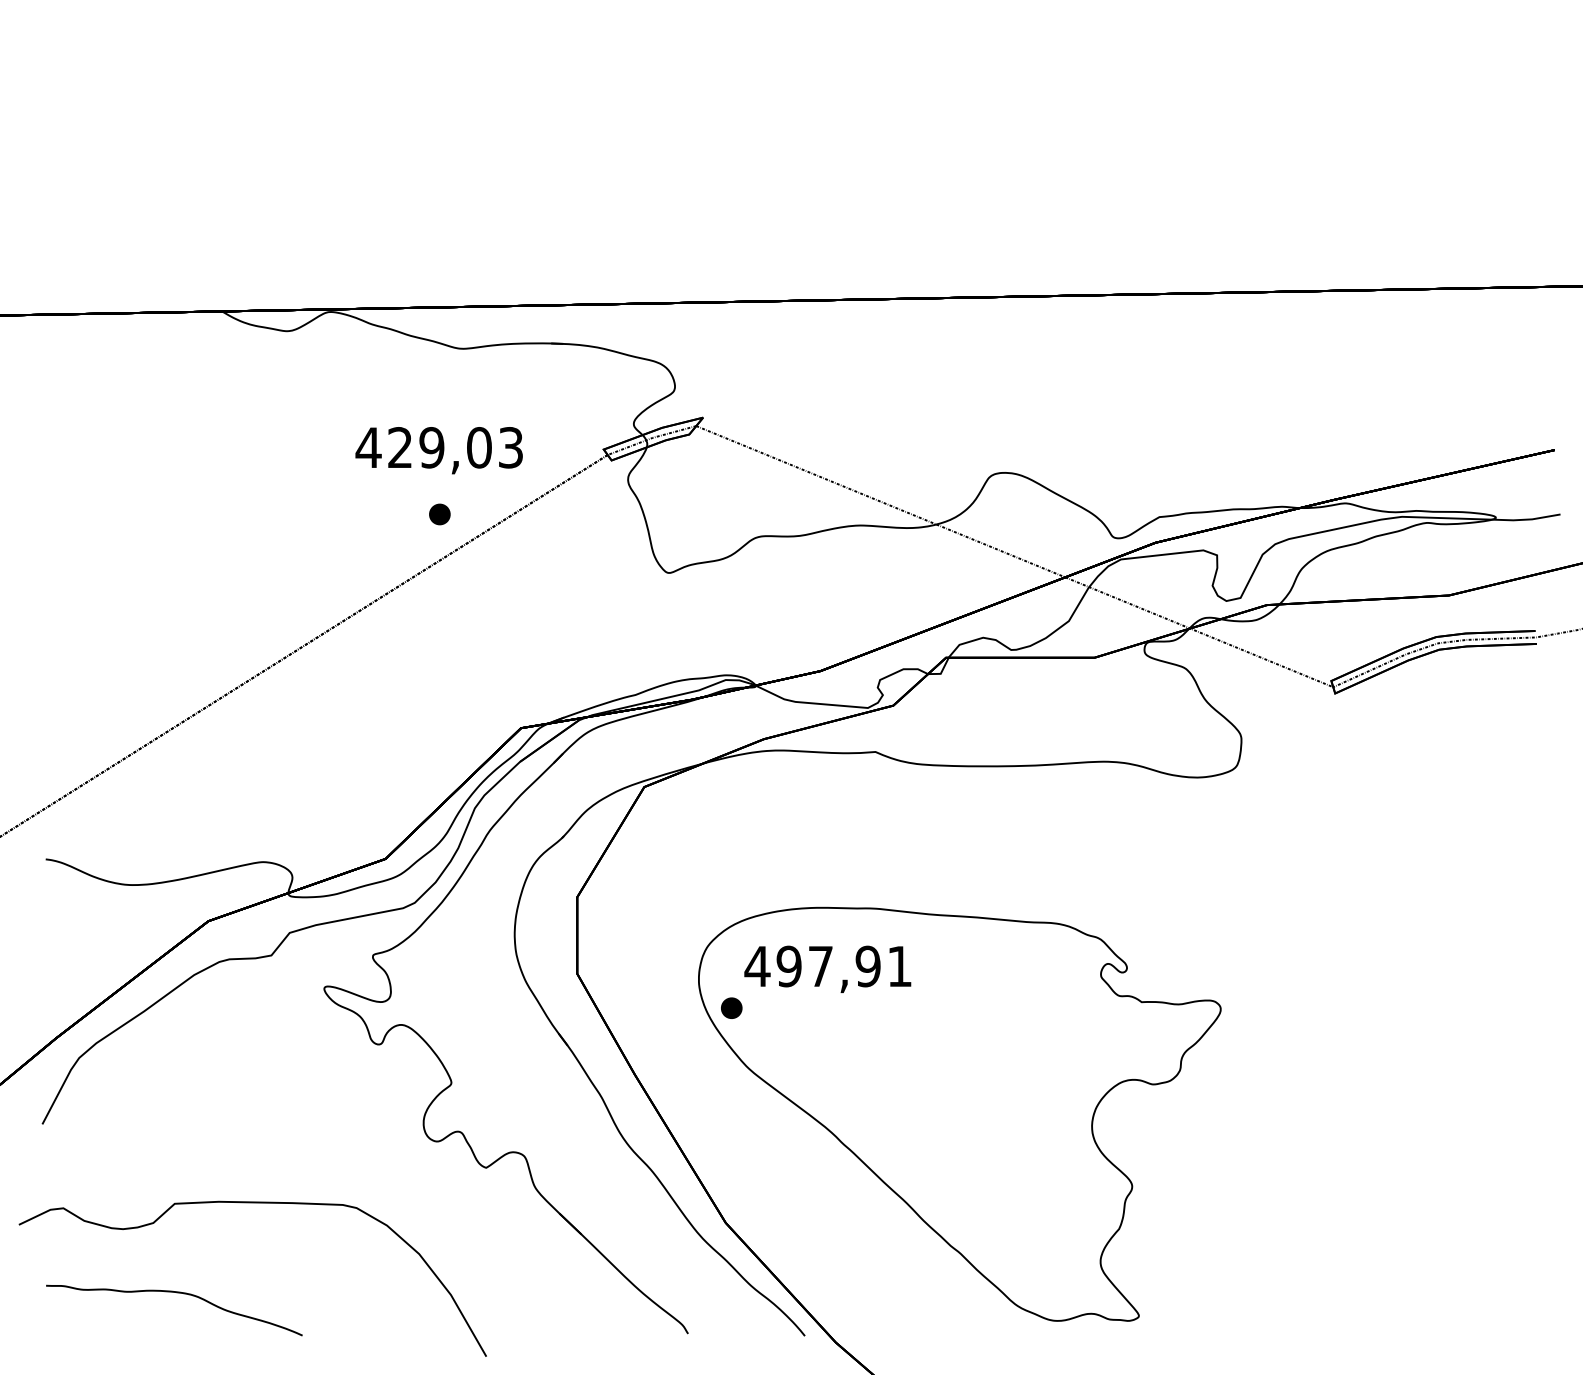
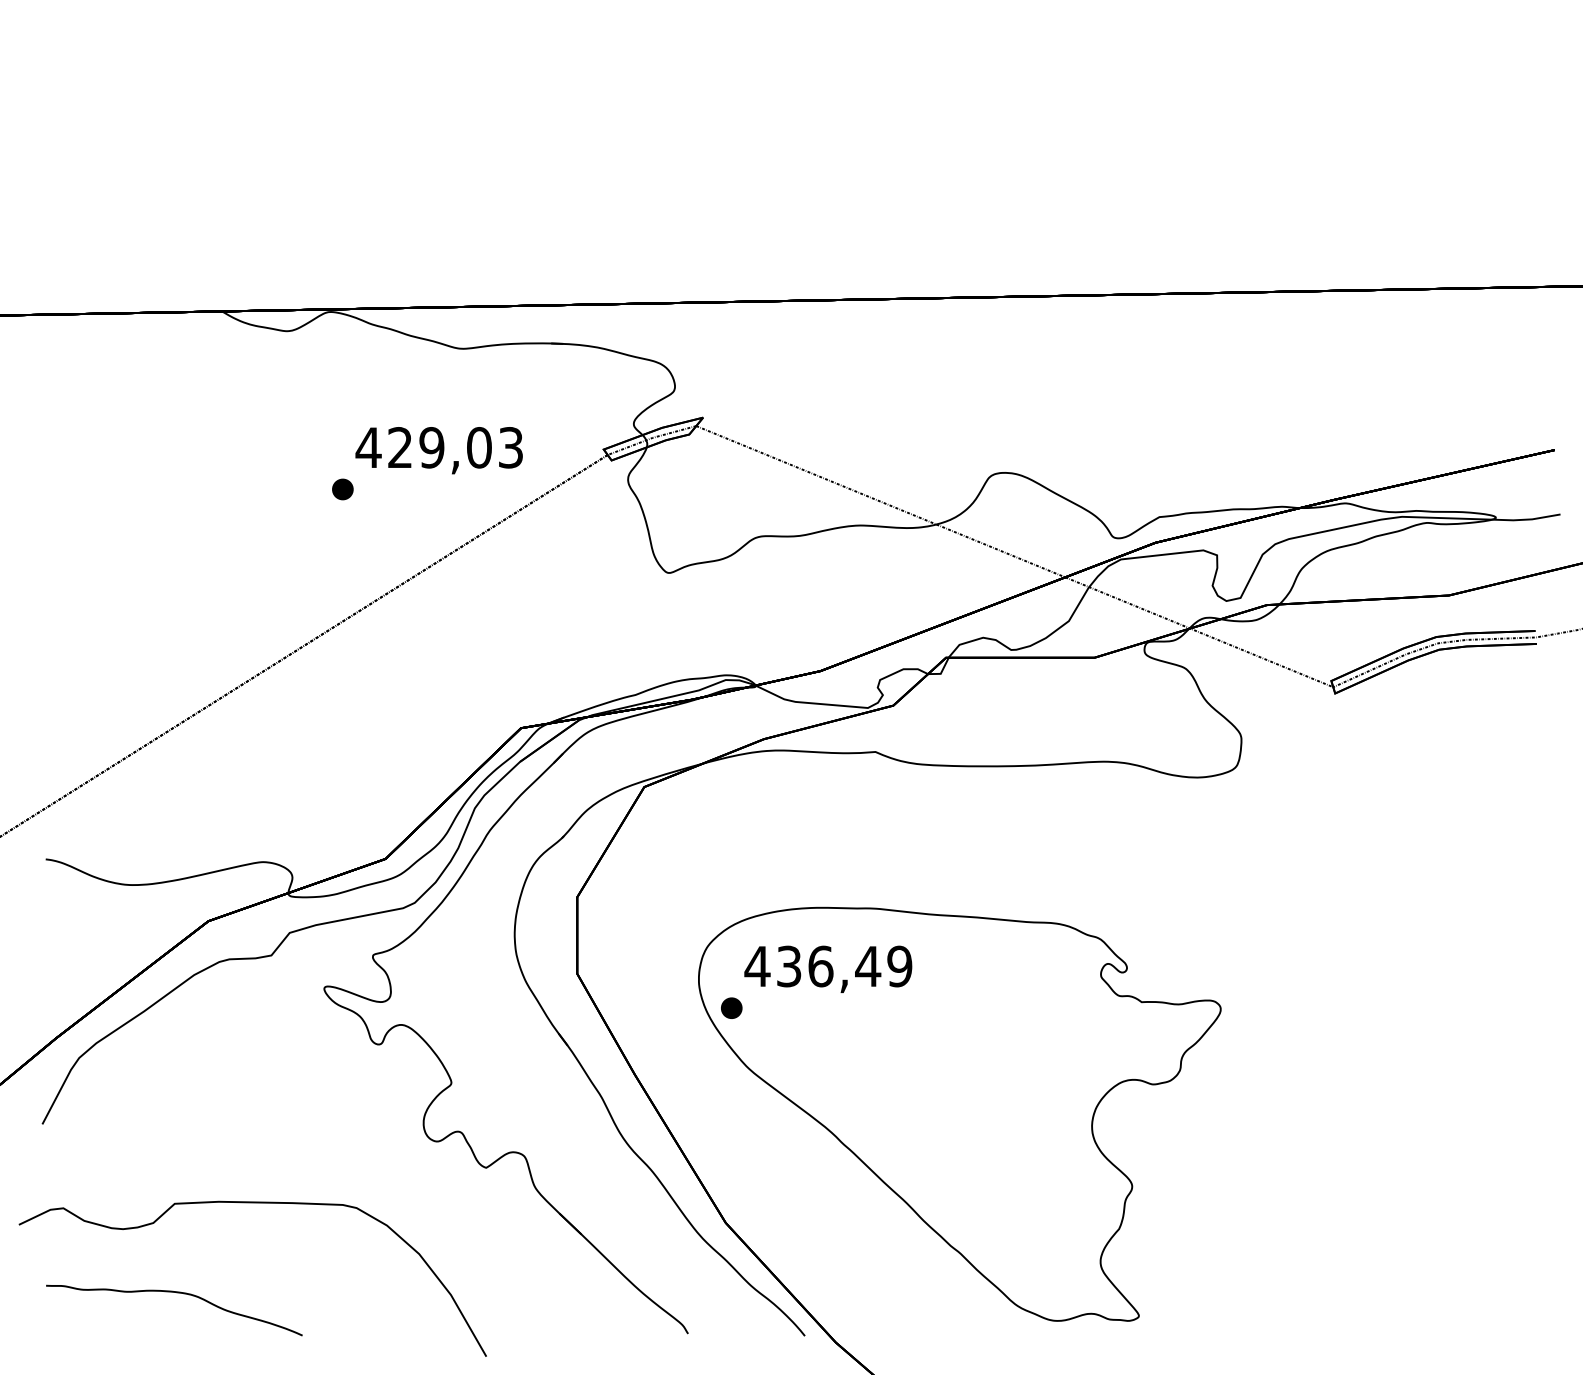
part at (439, 514) position: (439, 514) -> (342, 489)
text at (844, 966): 497,91 -> 436,49
